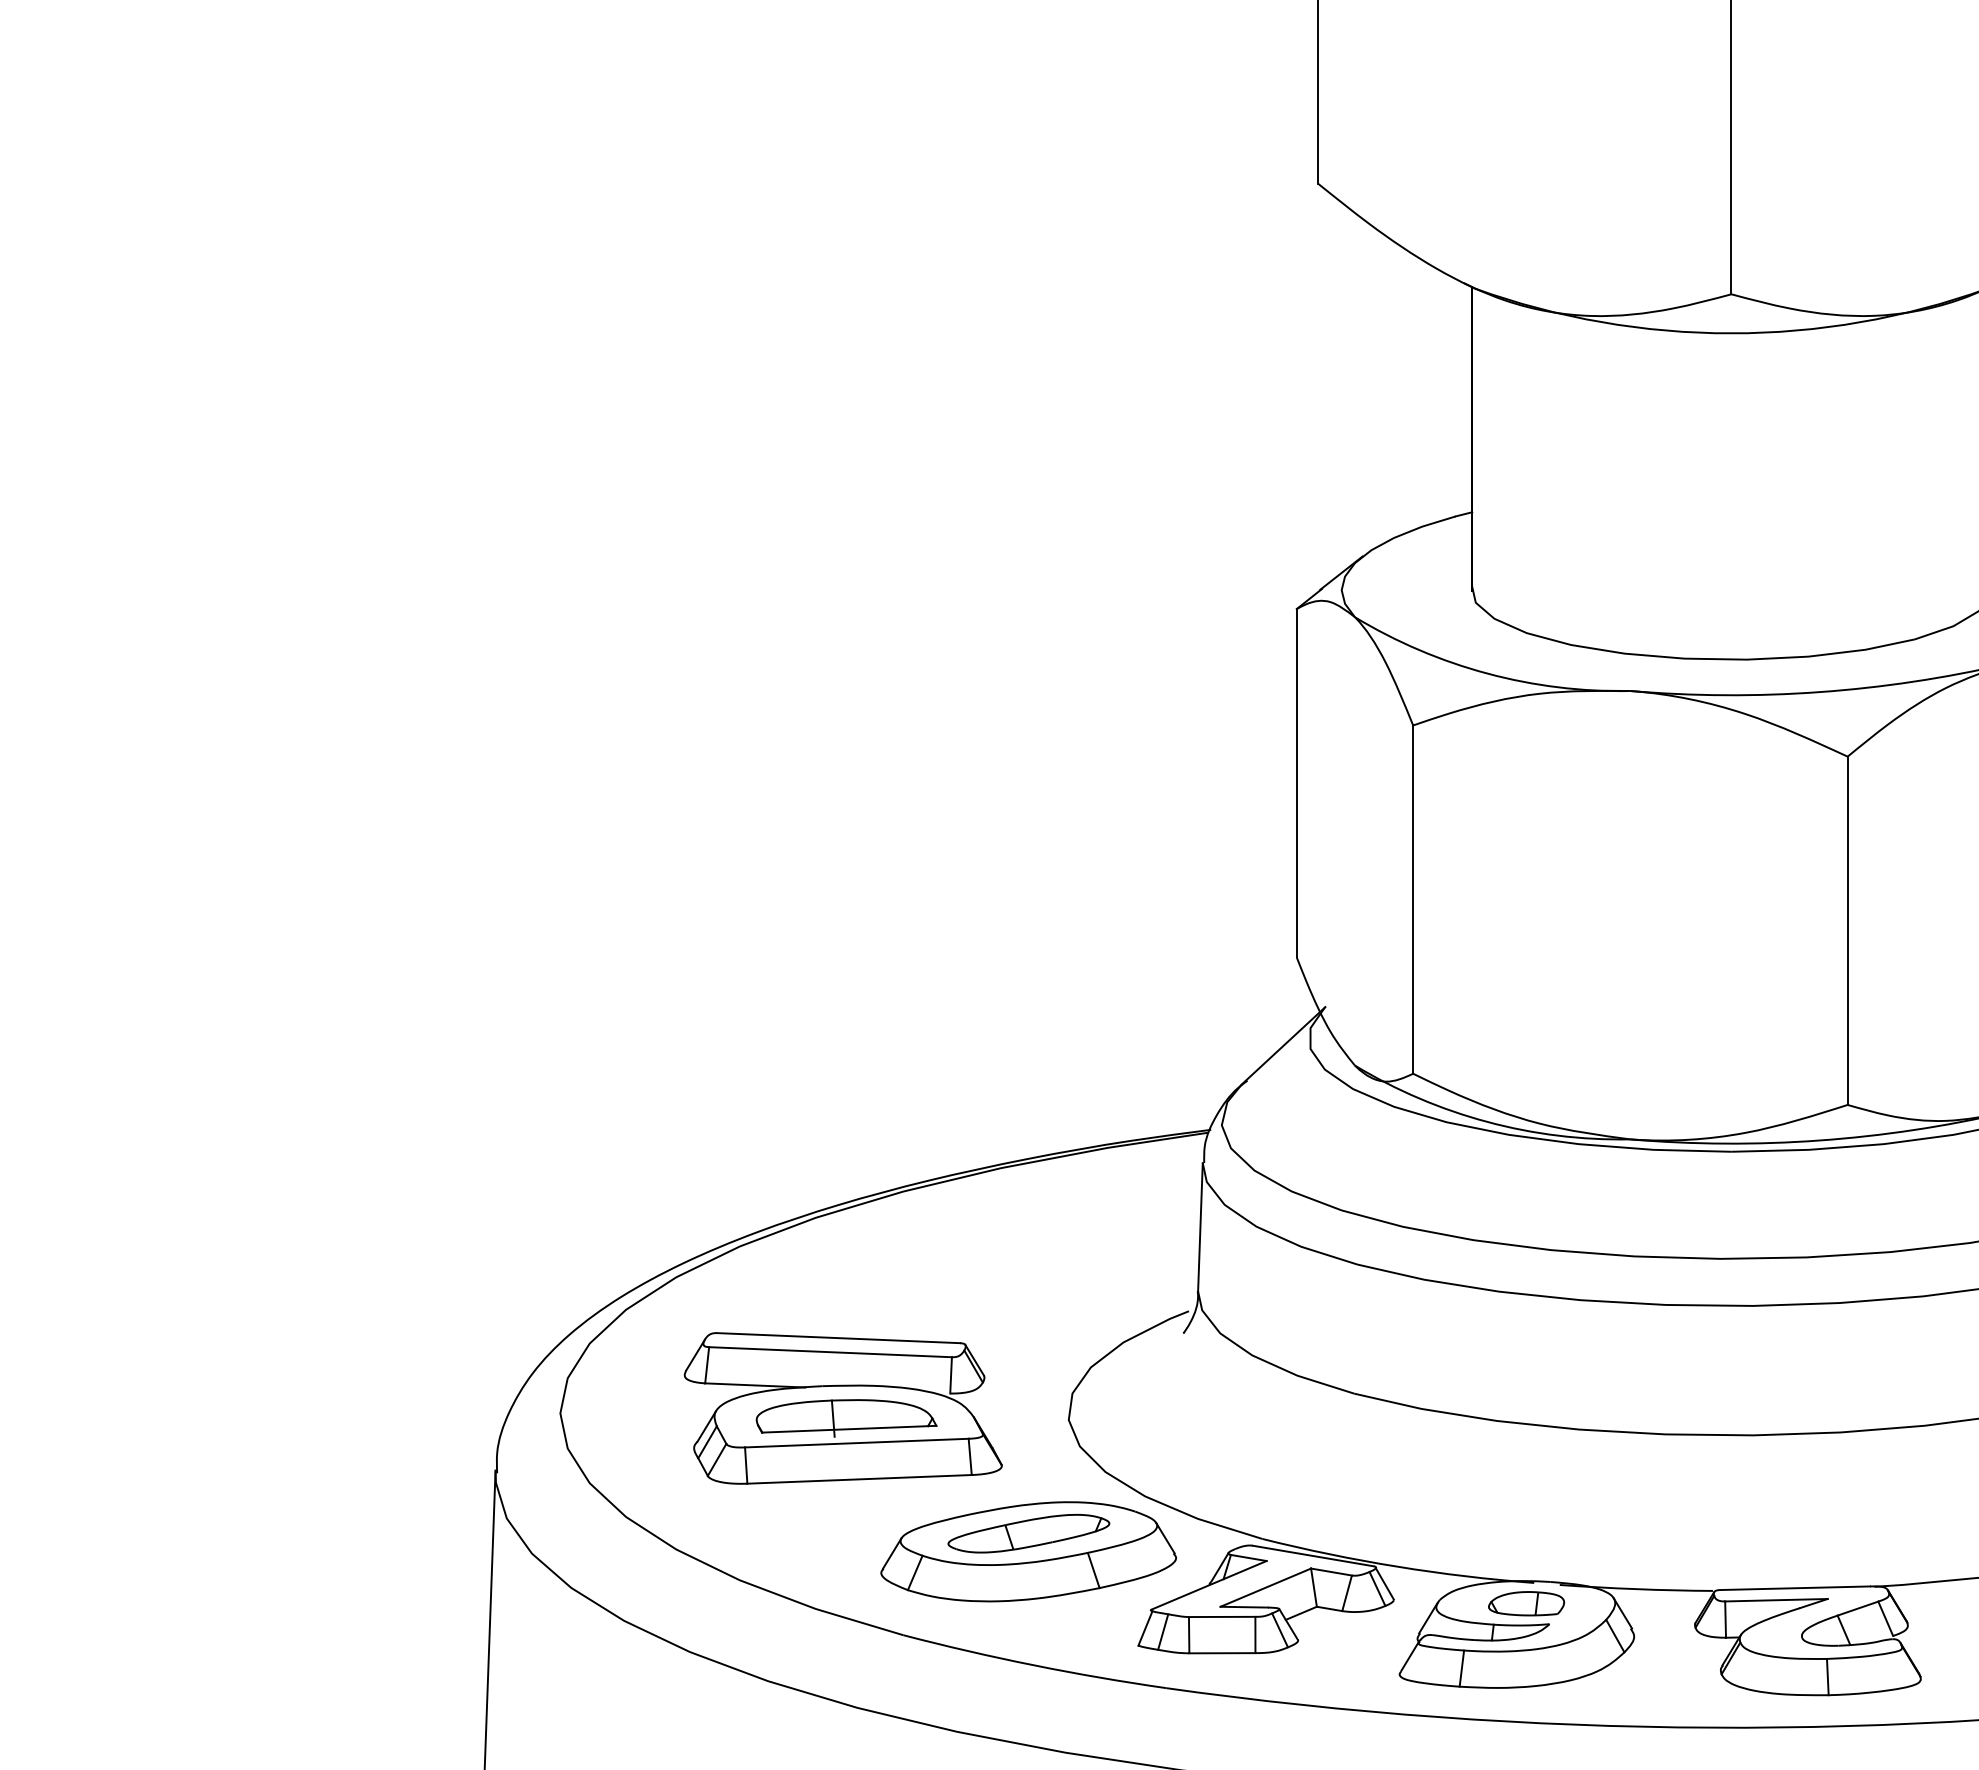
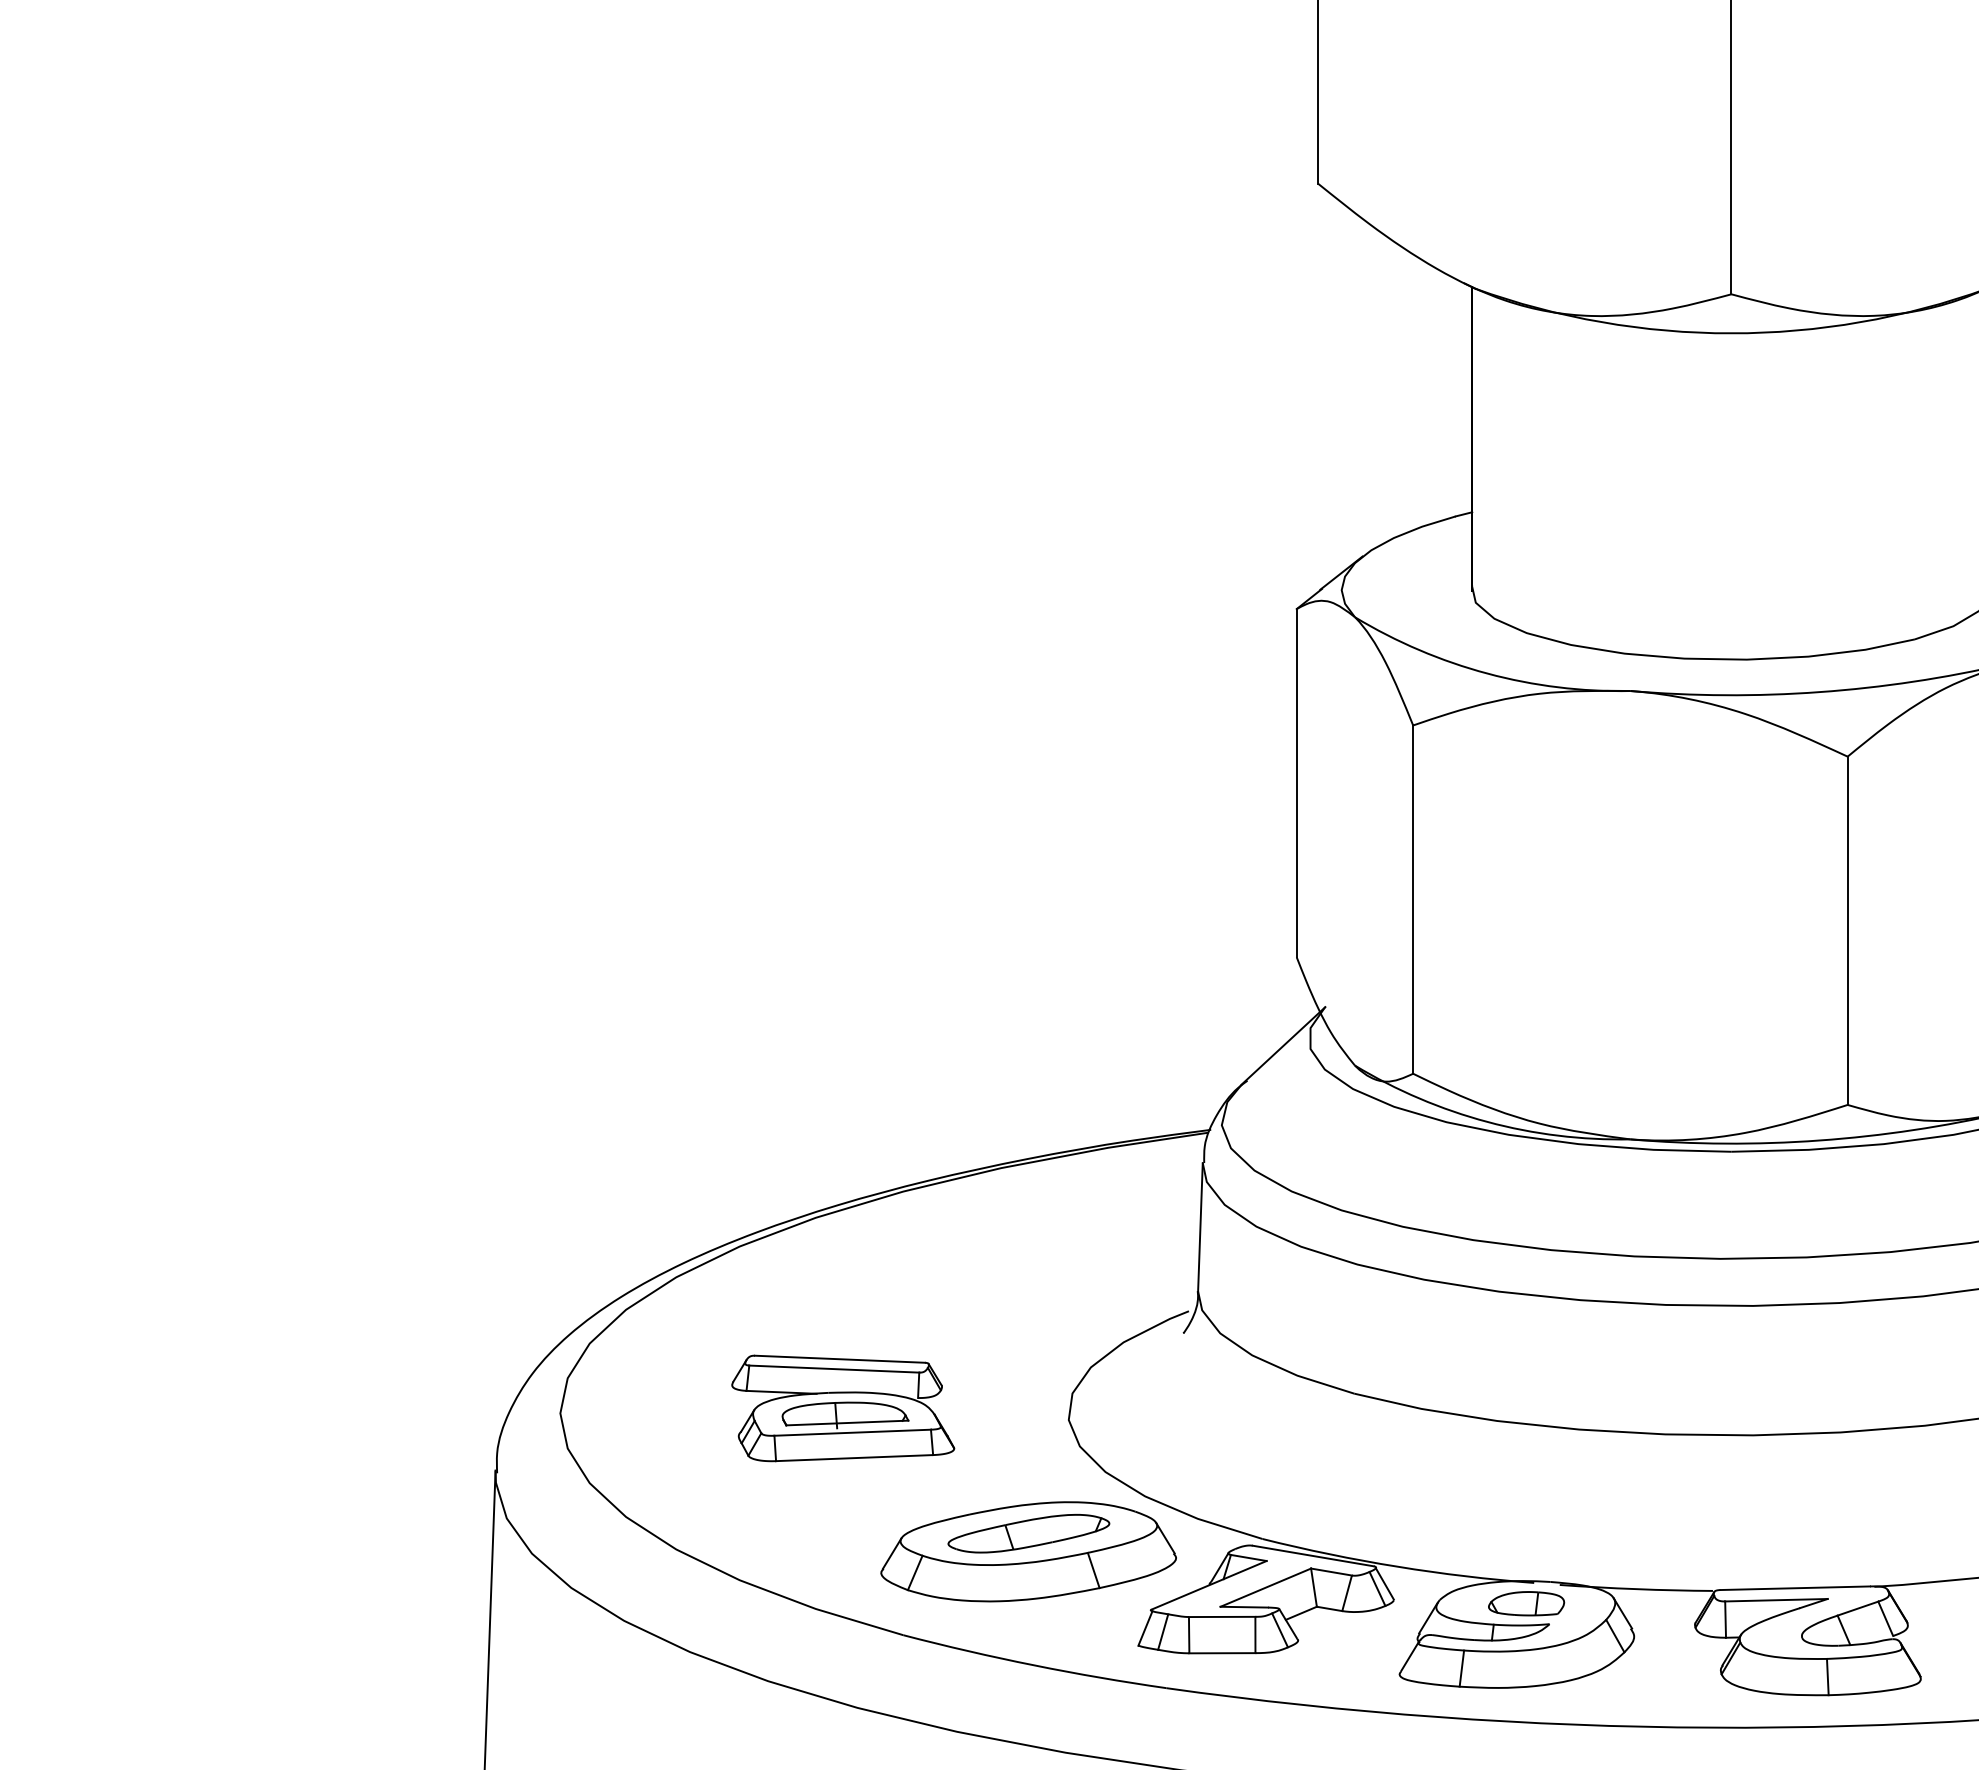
part at (842, 1408) size: 320x153 px -> 225x109 px
